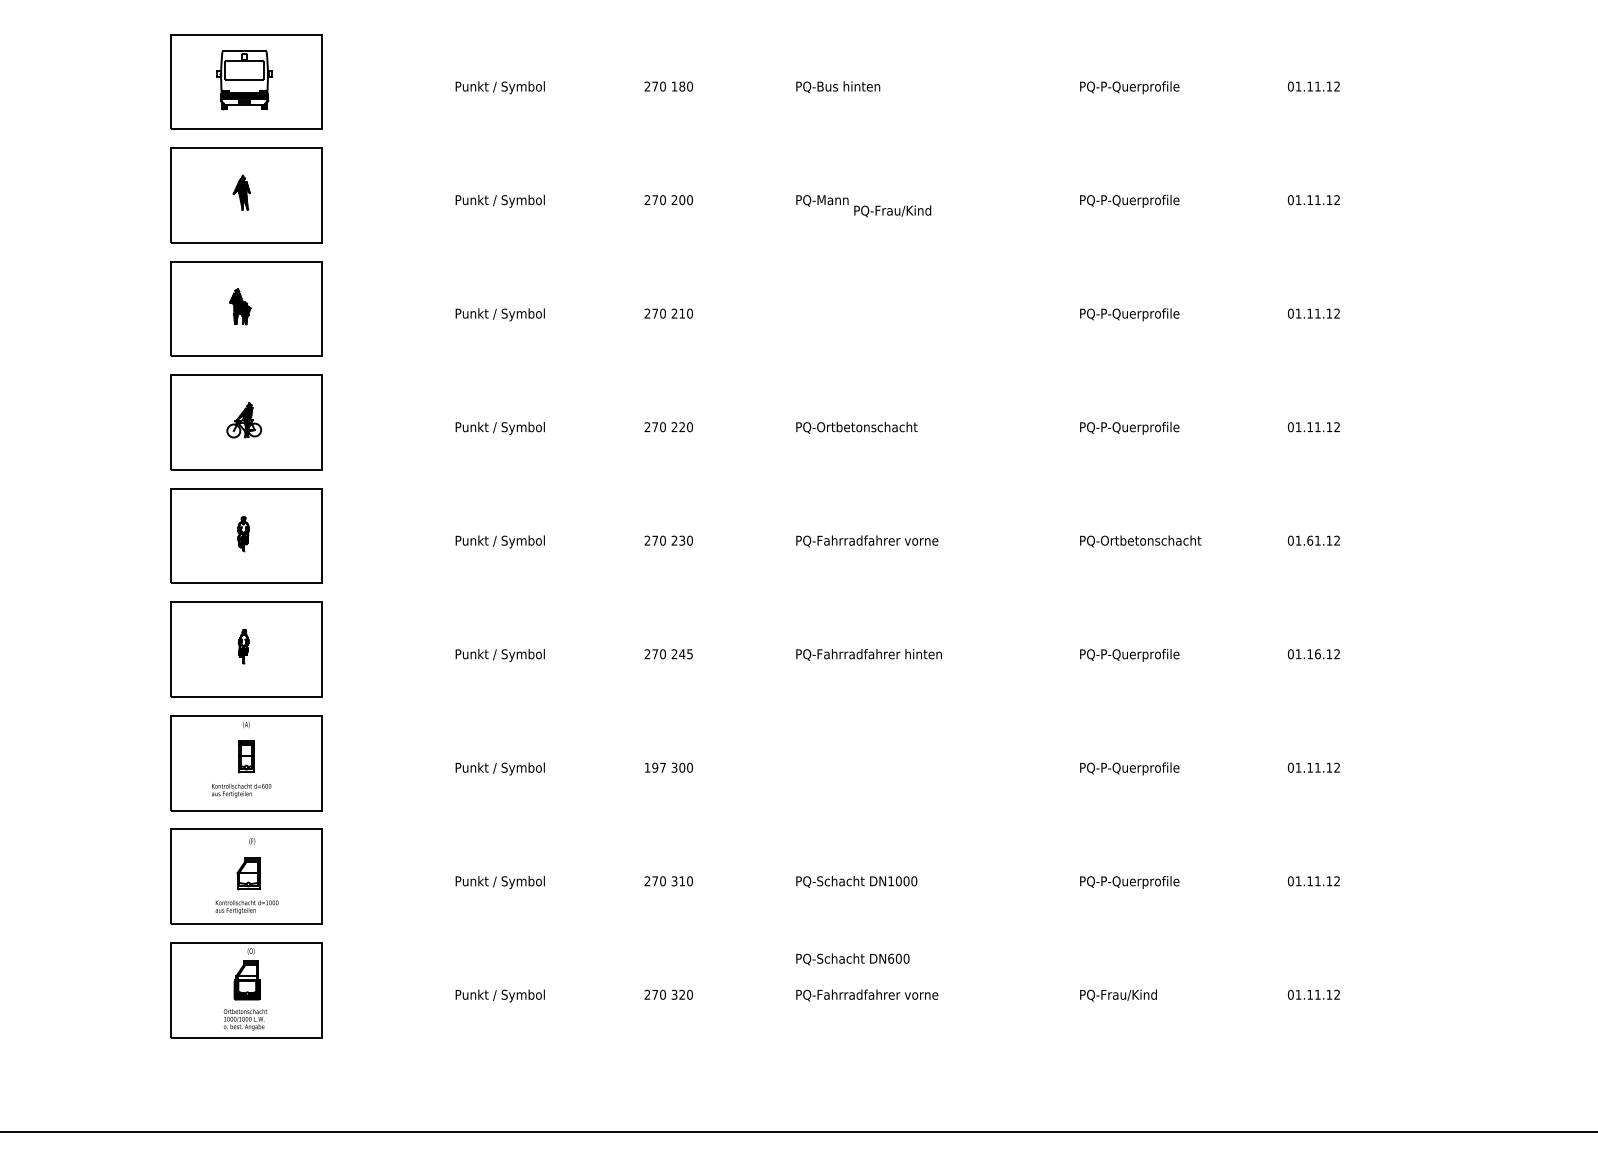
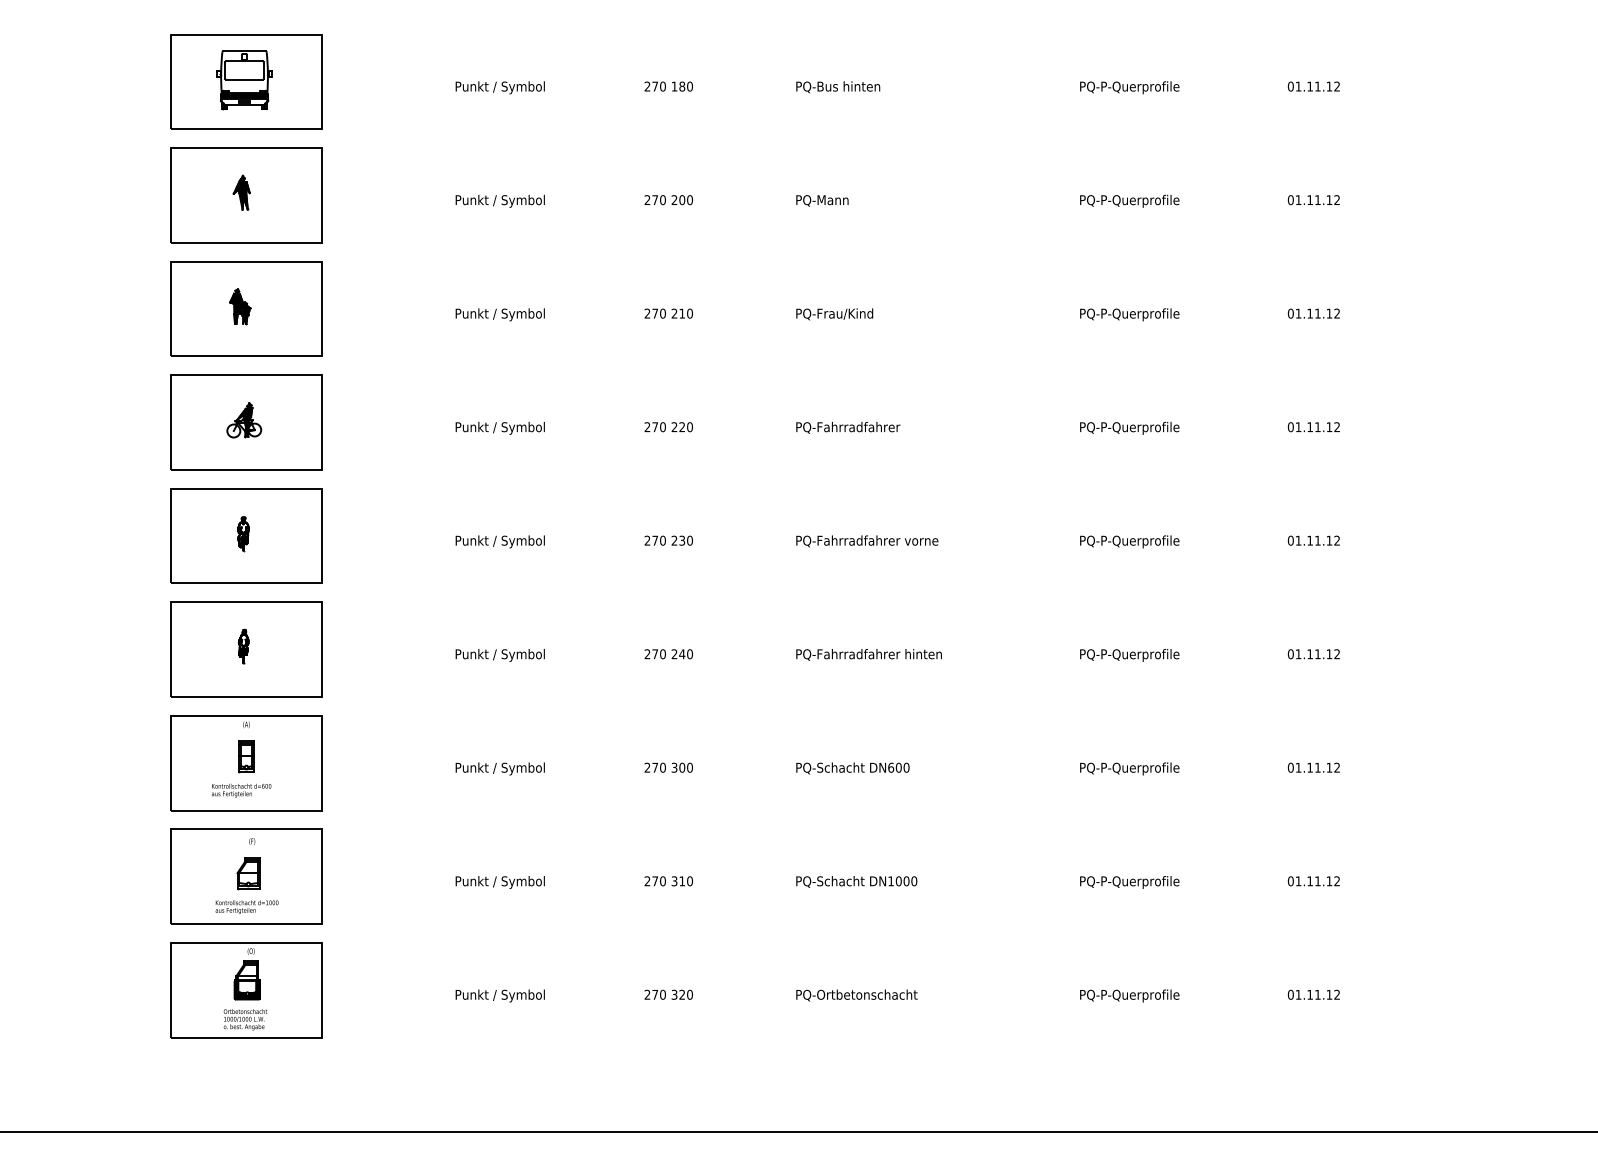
text at (892, 211) position: (892, 211) -> (834, 314)
text at (867, 426): PQ-Ortbetonschacht -> PQ-Fahrradfahrer
text at (1310, 540): 01.61.12 -> 01.11.12
text at (1150, 541): PQ-Ortbetonschacht -> PQ-P-Querprofile
text at (689, 654): 245 -> 240
text at (1317, 654): 01.16.12 -> 01.11.12
text at (654, 767): 197 -> 270
text at (852, 959) position: (852, 959) -> (852, 768)
text at (877, 994): PQ-Fahrradfahrer vorne -> PQ-Ortbetonschacht
text at (1140, 995): PQ-Frau/Kind -> PQ-P-Querprofile
